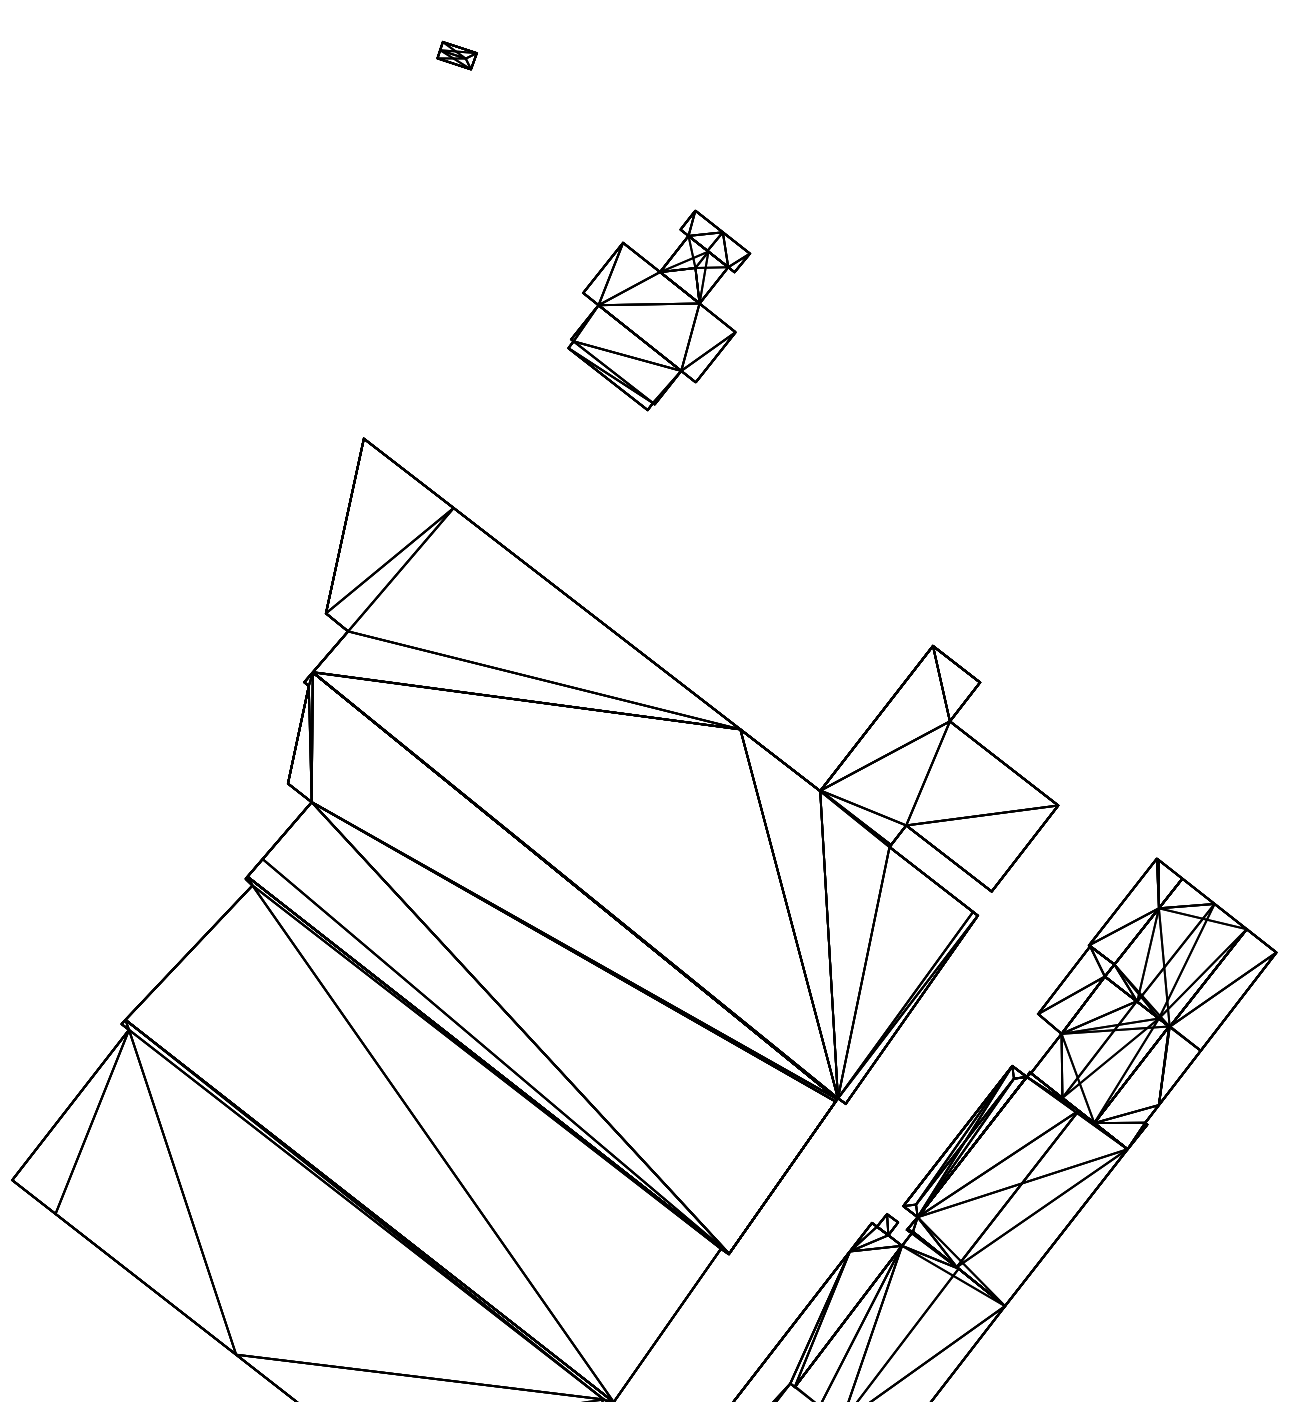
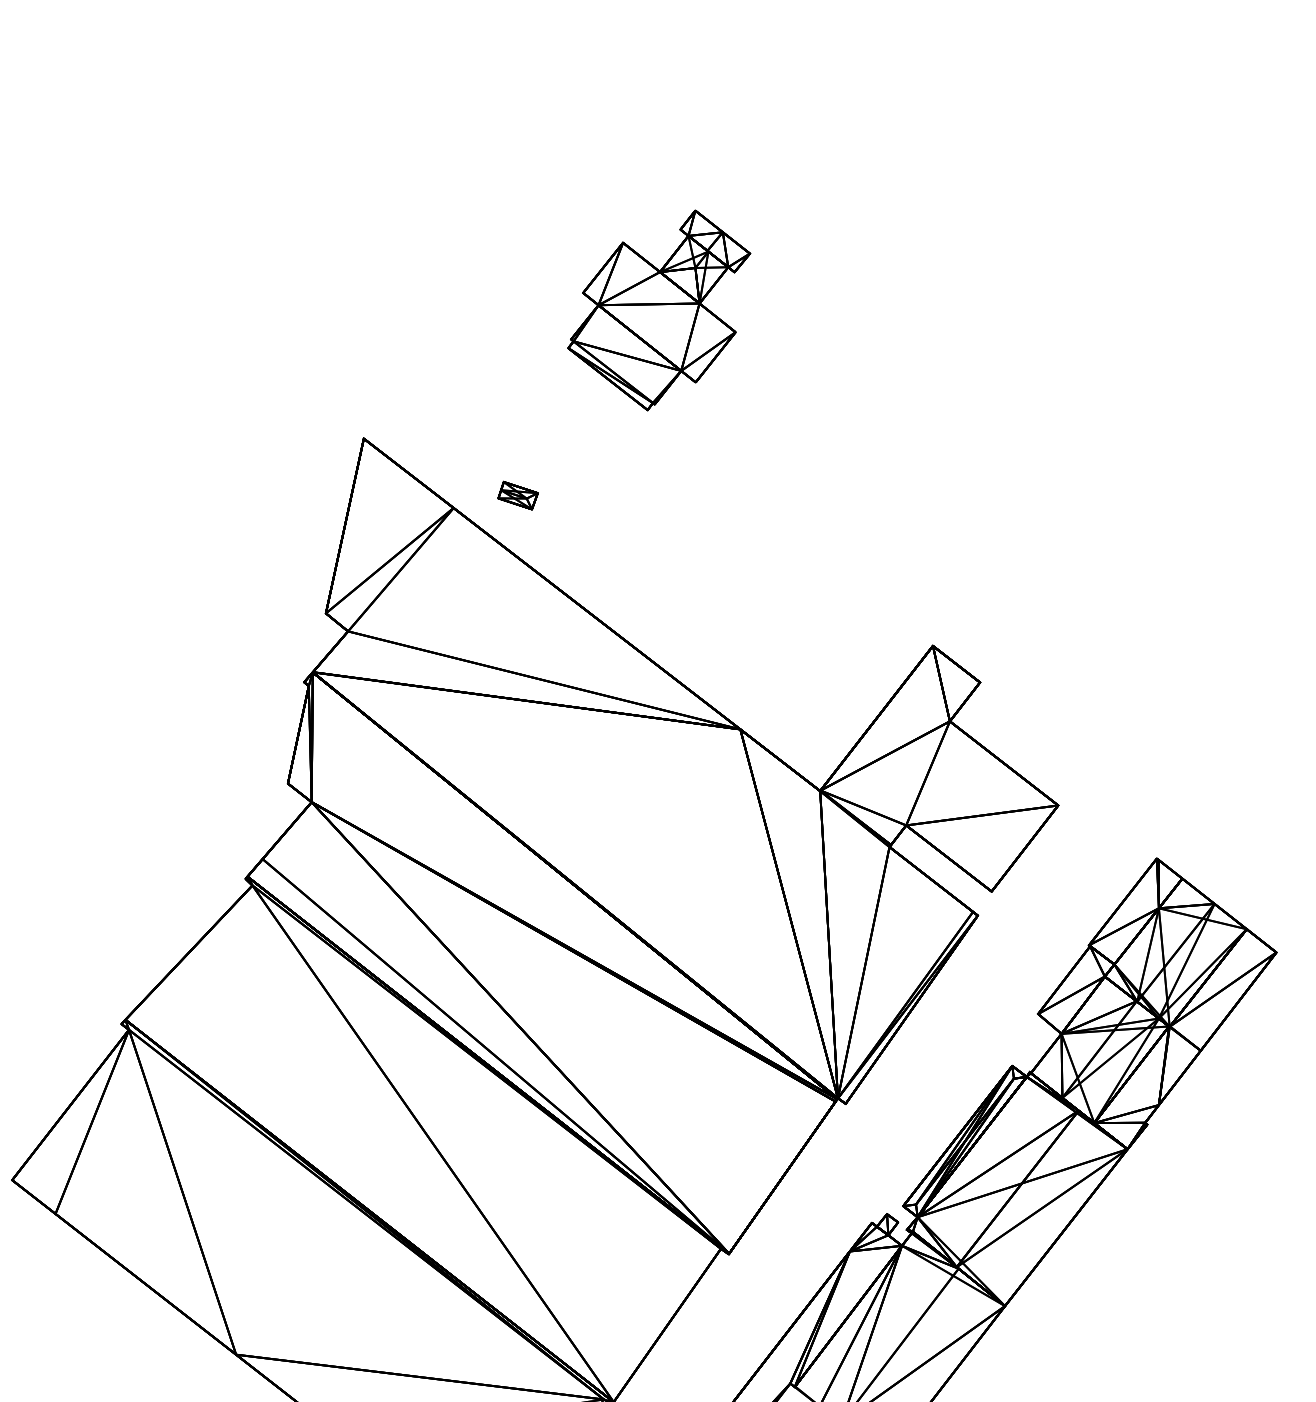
part at (456, 55) position: (456, 55) -> (517, 495)
